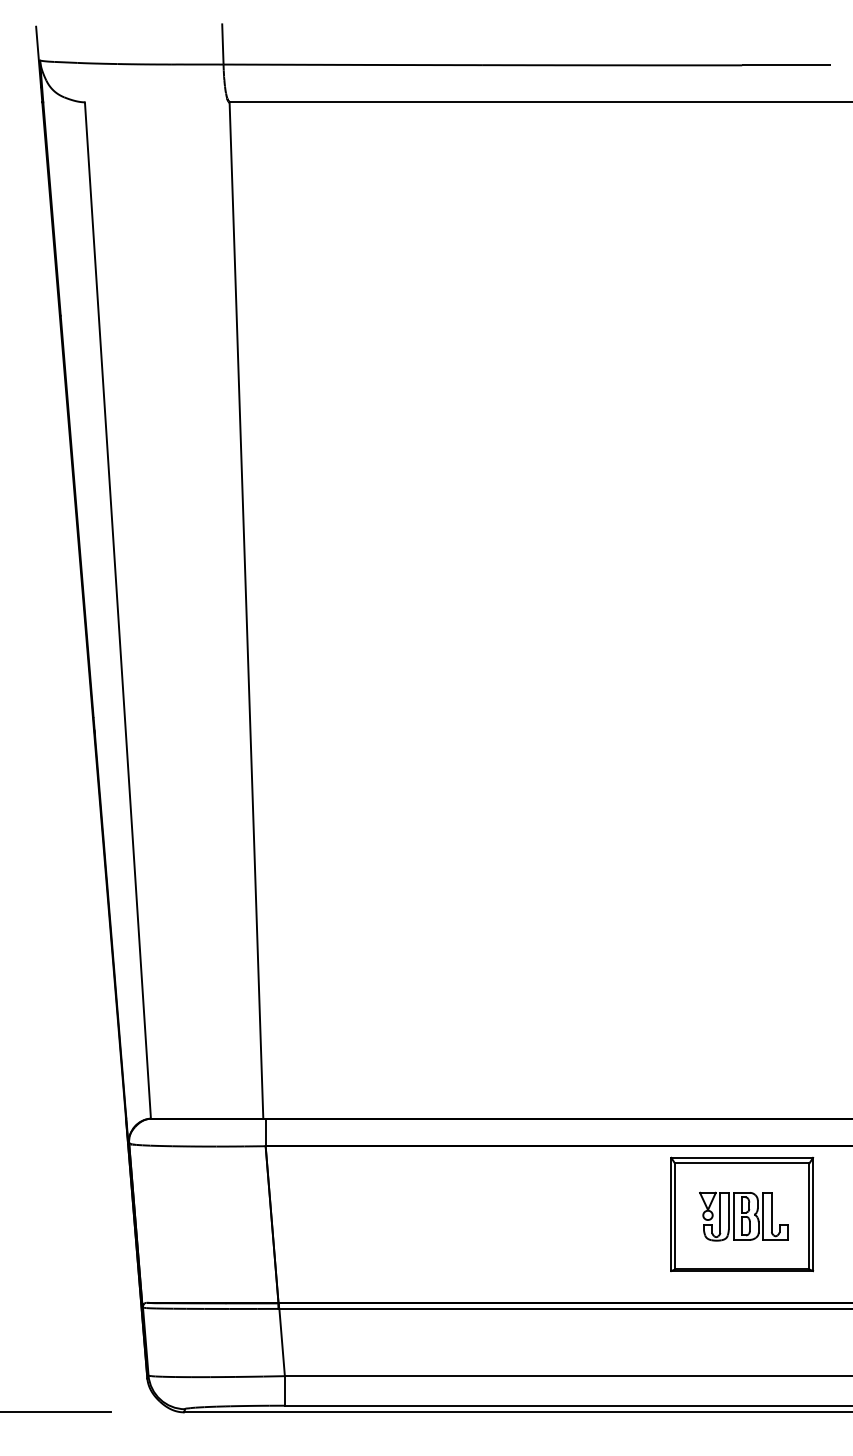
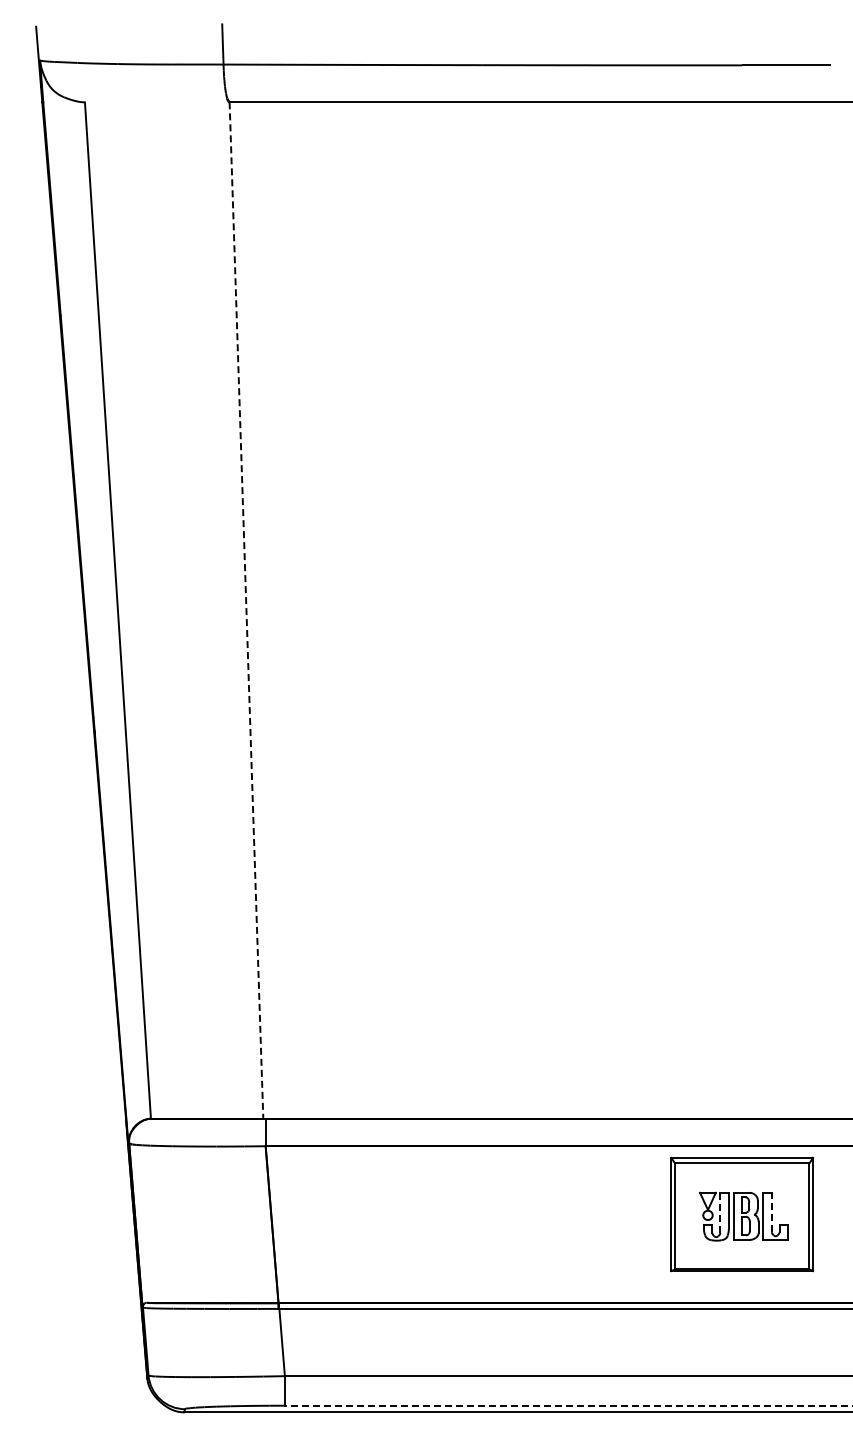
line at (246, 611): solid -> dashed
line at (771, 1212): solid -> dashed
line at (720, 1213): solid -> dashed
line at (568, 1405): solid -> dashed
line at (56, 1412): present -> none
